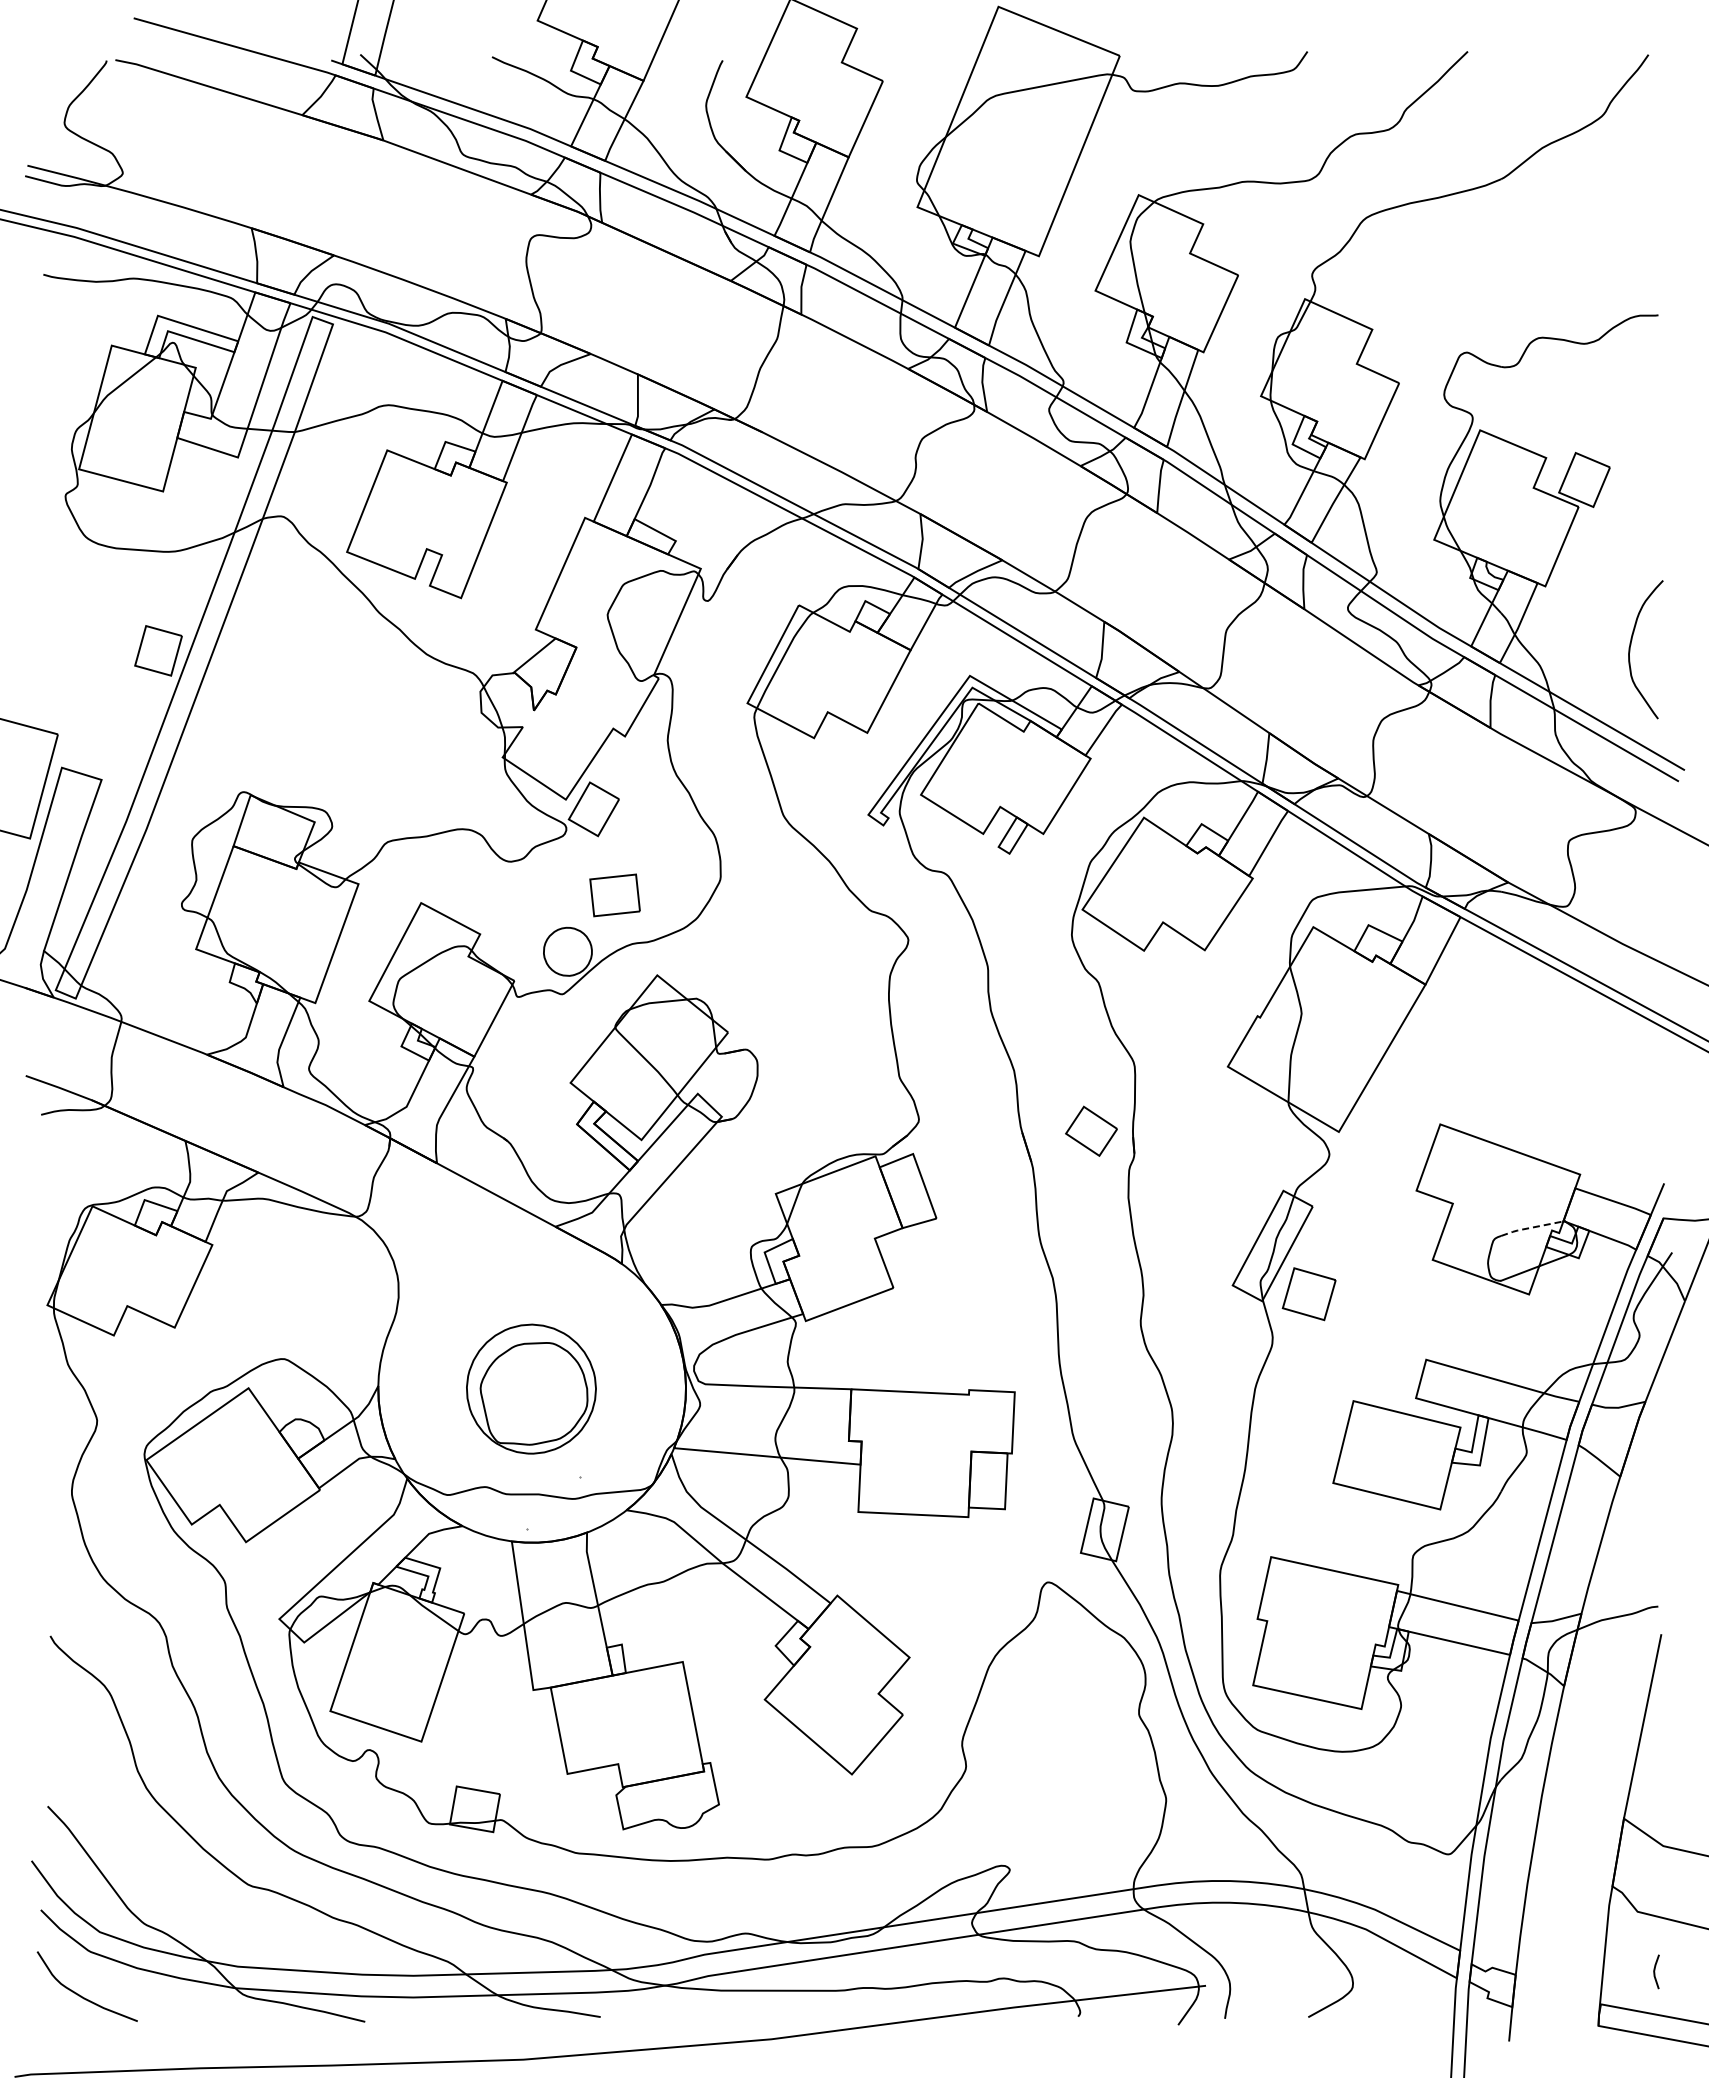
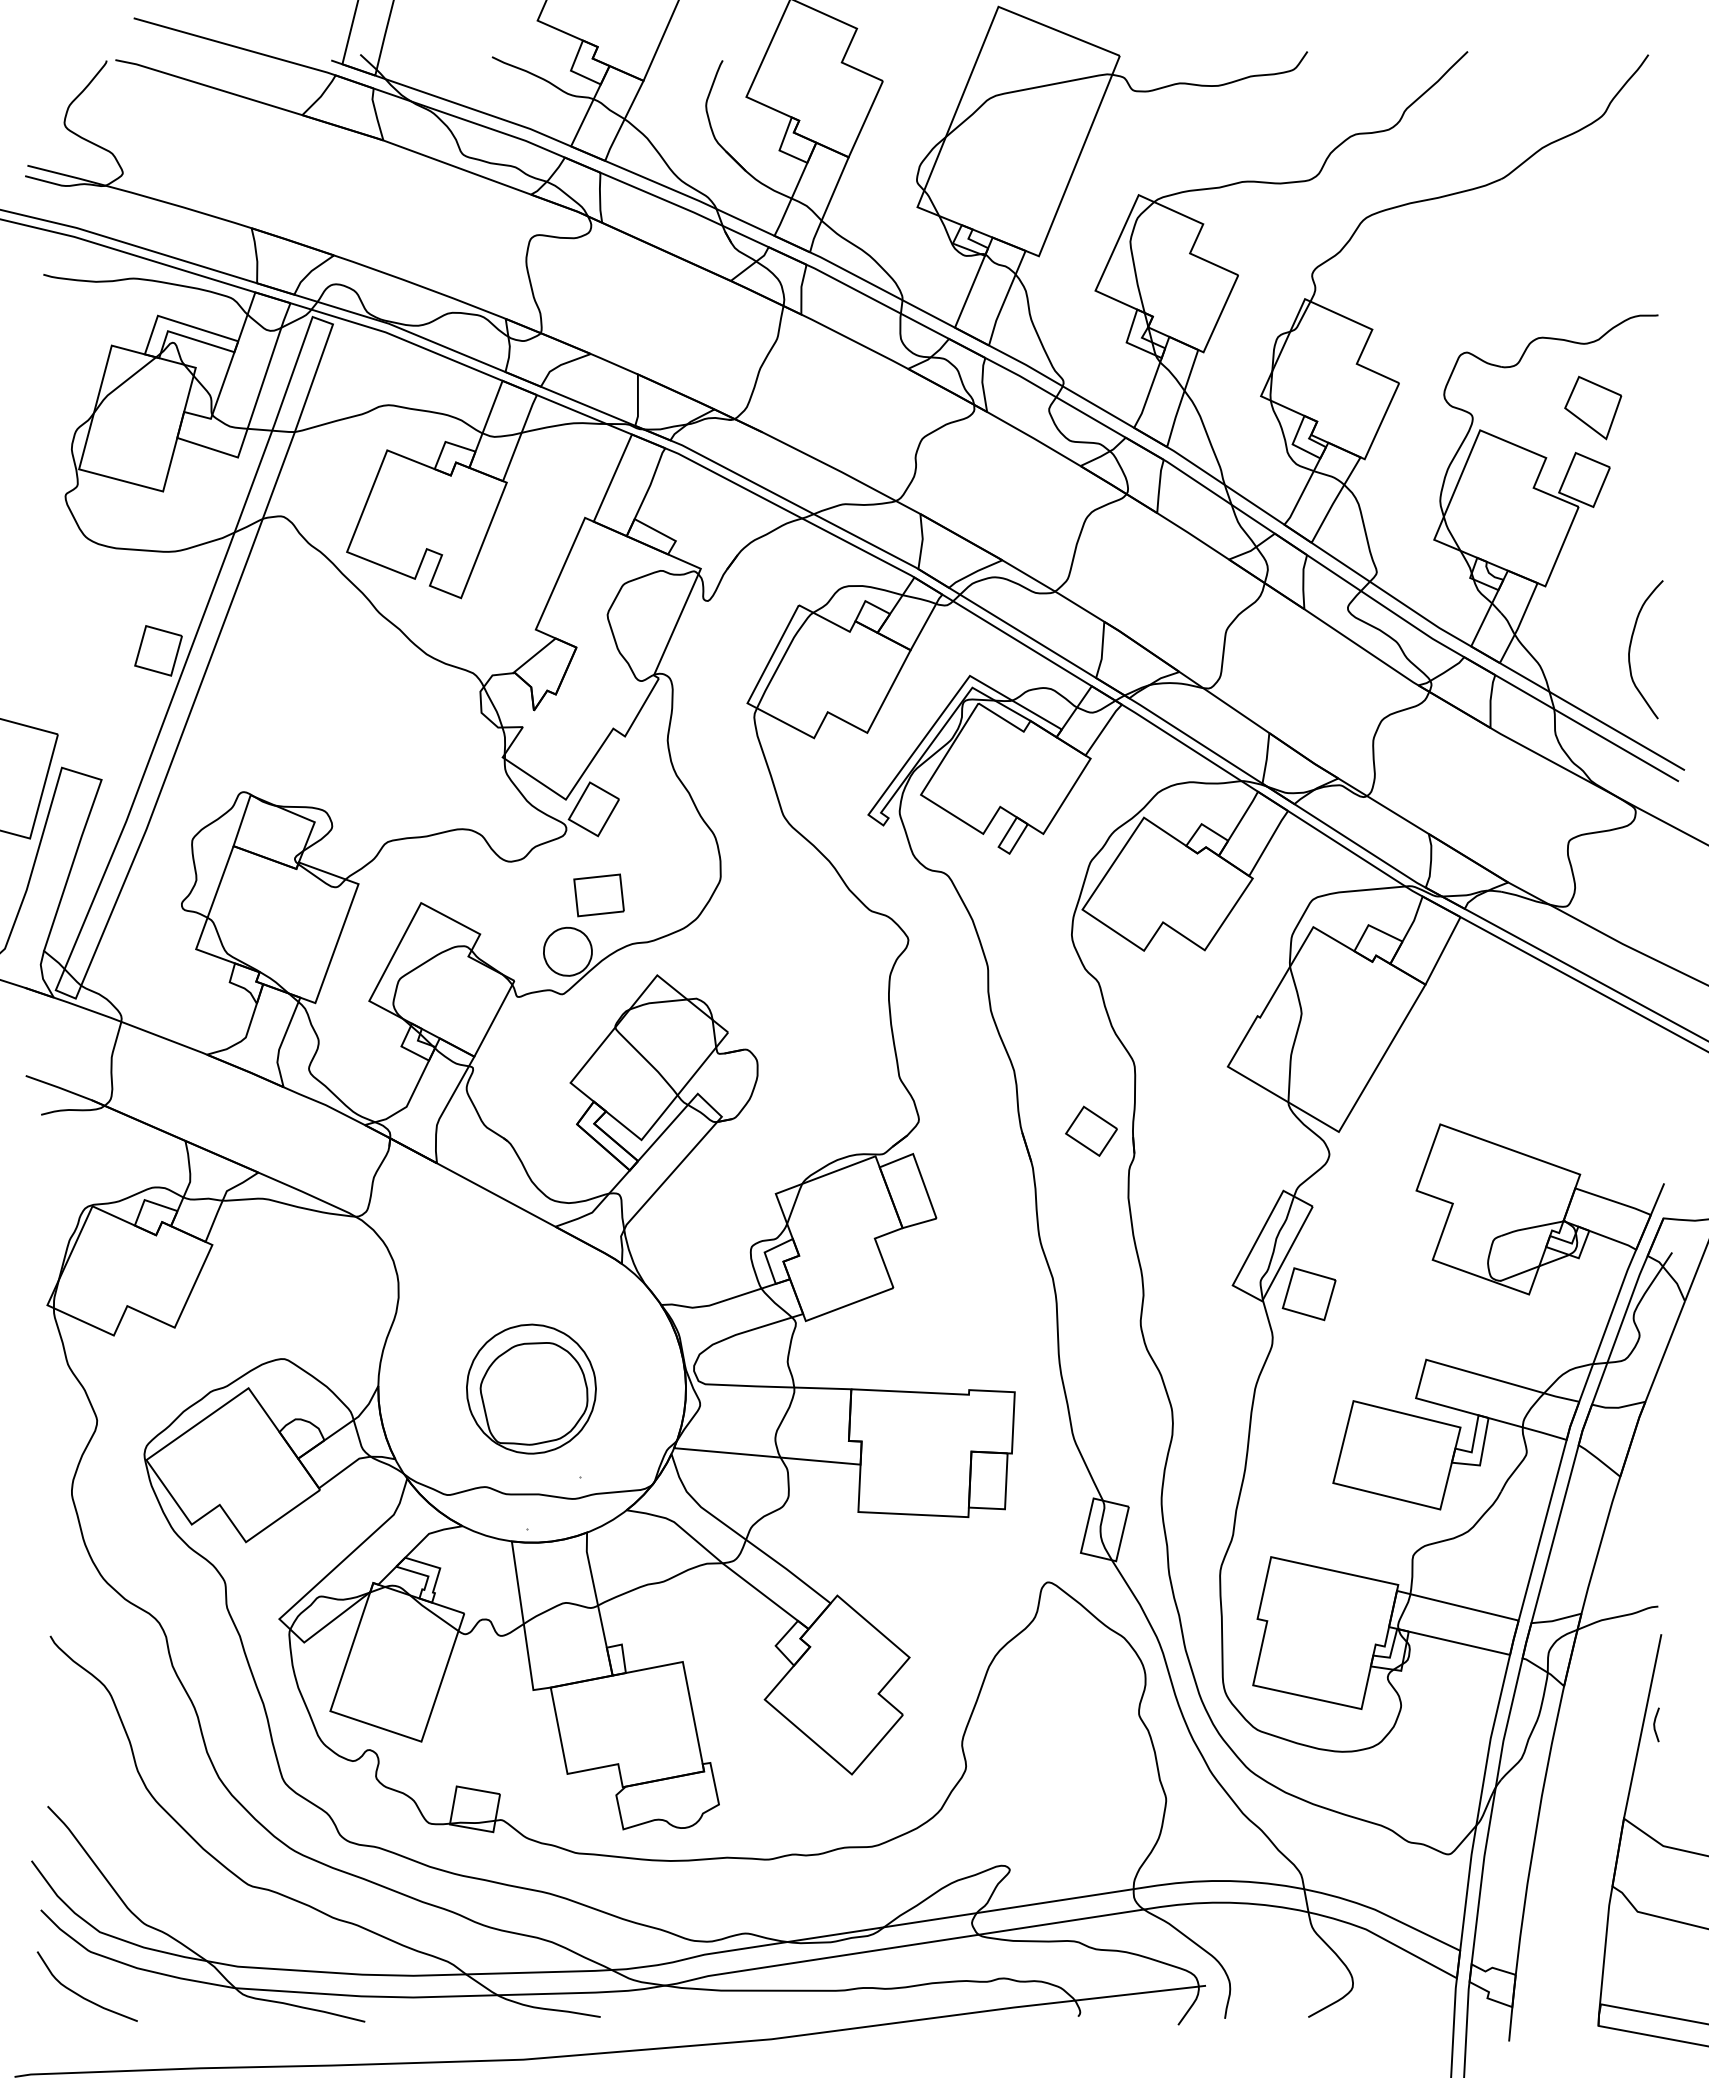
part at (1593, 407): none -> present
part at (614, 895) position: (614, 895) -> (598, 895)
line at (1530, 1227): dashed -> solid
line at (1655, 1971) position: (1655, 1971) -> (1655, 1724)
